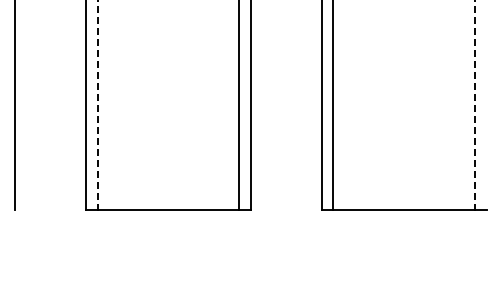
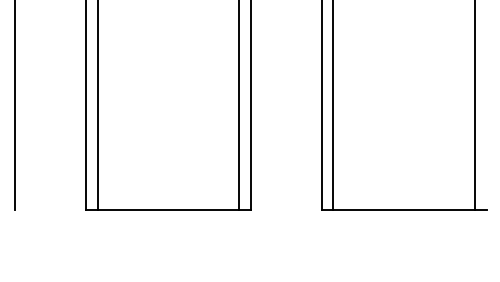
line at (97, 105): dashed -> solid
line at (474, 105): dashed -> solid
